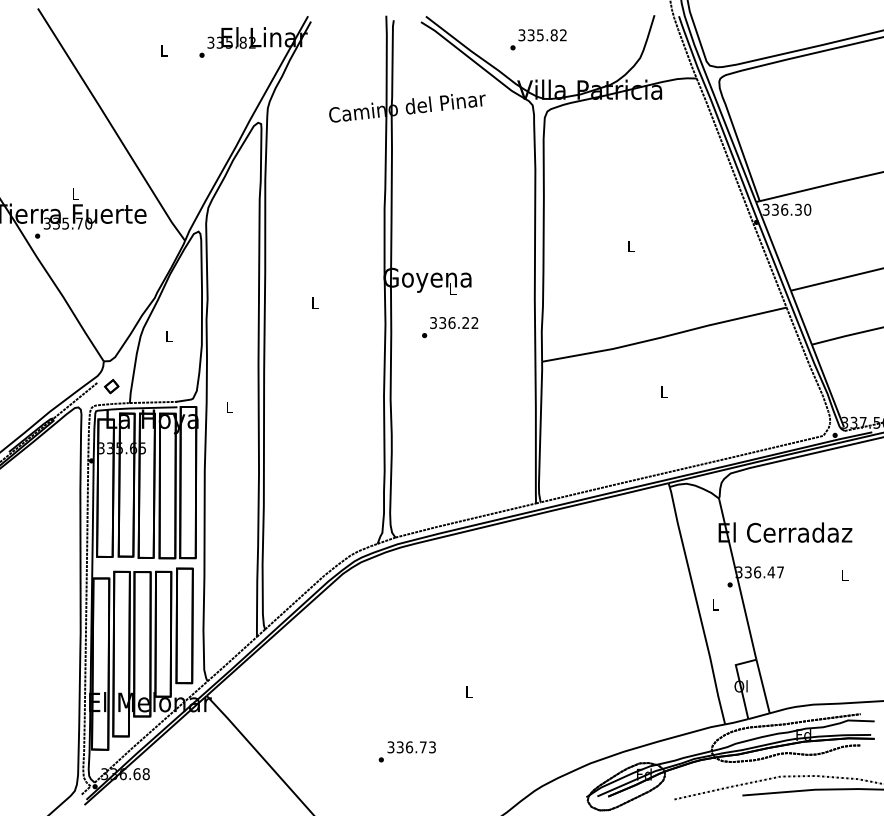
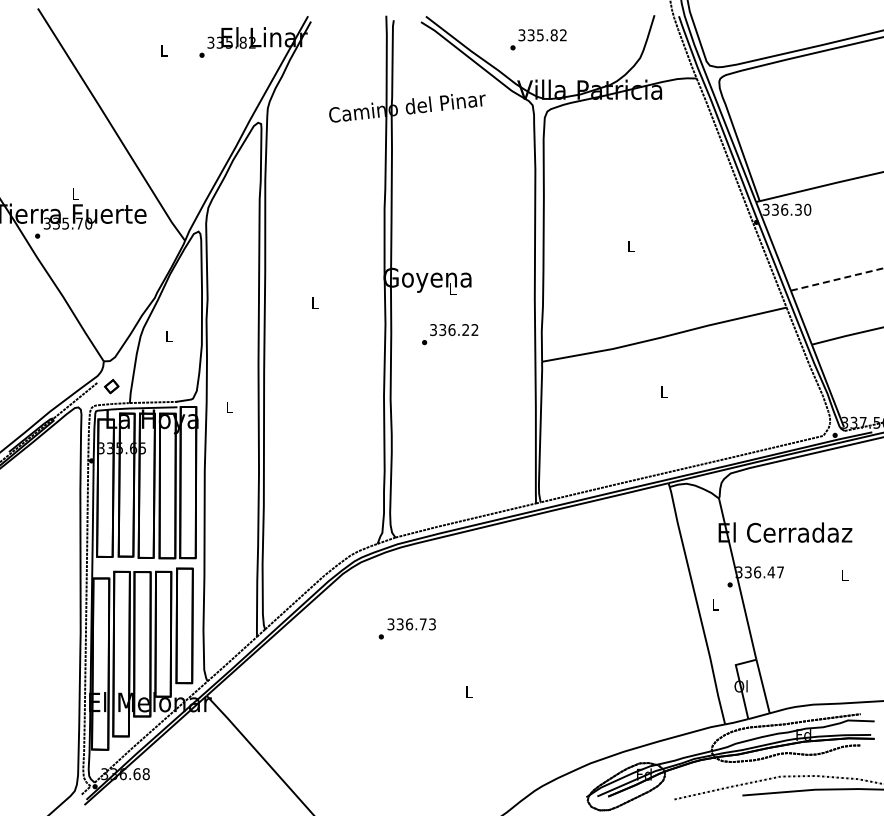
line at (837, 279): solid -> dashed
text at (450, 327) position: (450, 327) -> (450, 334)
text at (406, 751) position: (406, 751) -> (406, 628)
